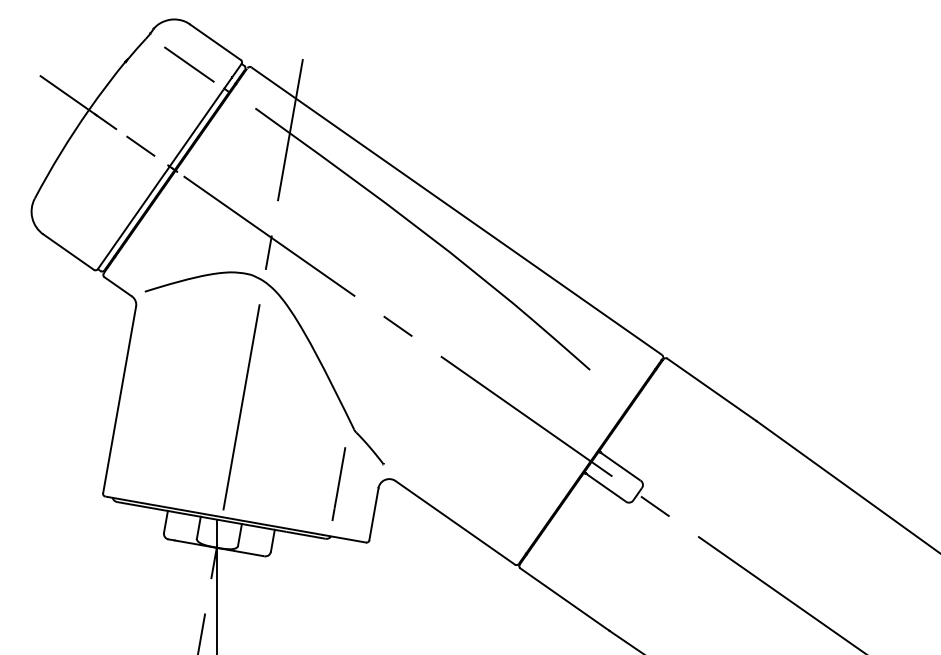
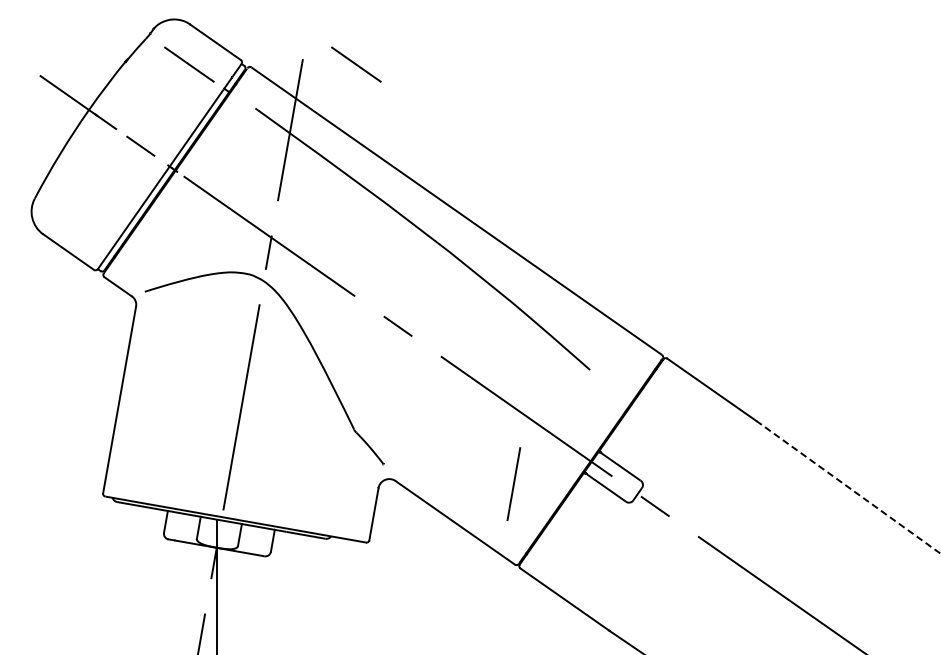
line at (356, 64): none -> present
line at (338, 483) position: (338, 483) -> (513, 483)
line at (848, 487): solid -> dashed
